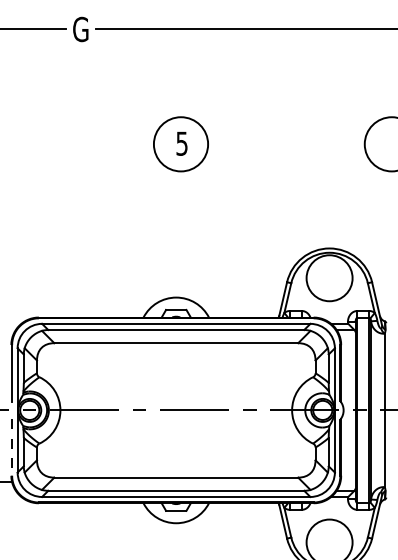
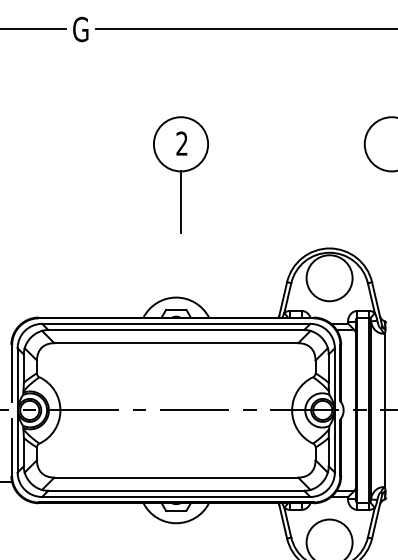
text at (181, 143): 5 -> 2
line at (181, 201): none -> present
line at (12, 447): dashed -> solid
